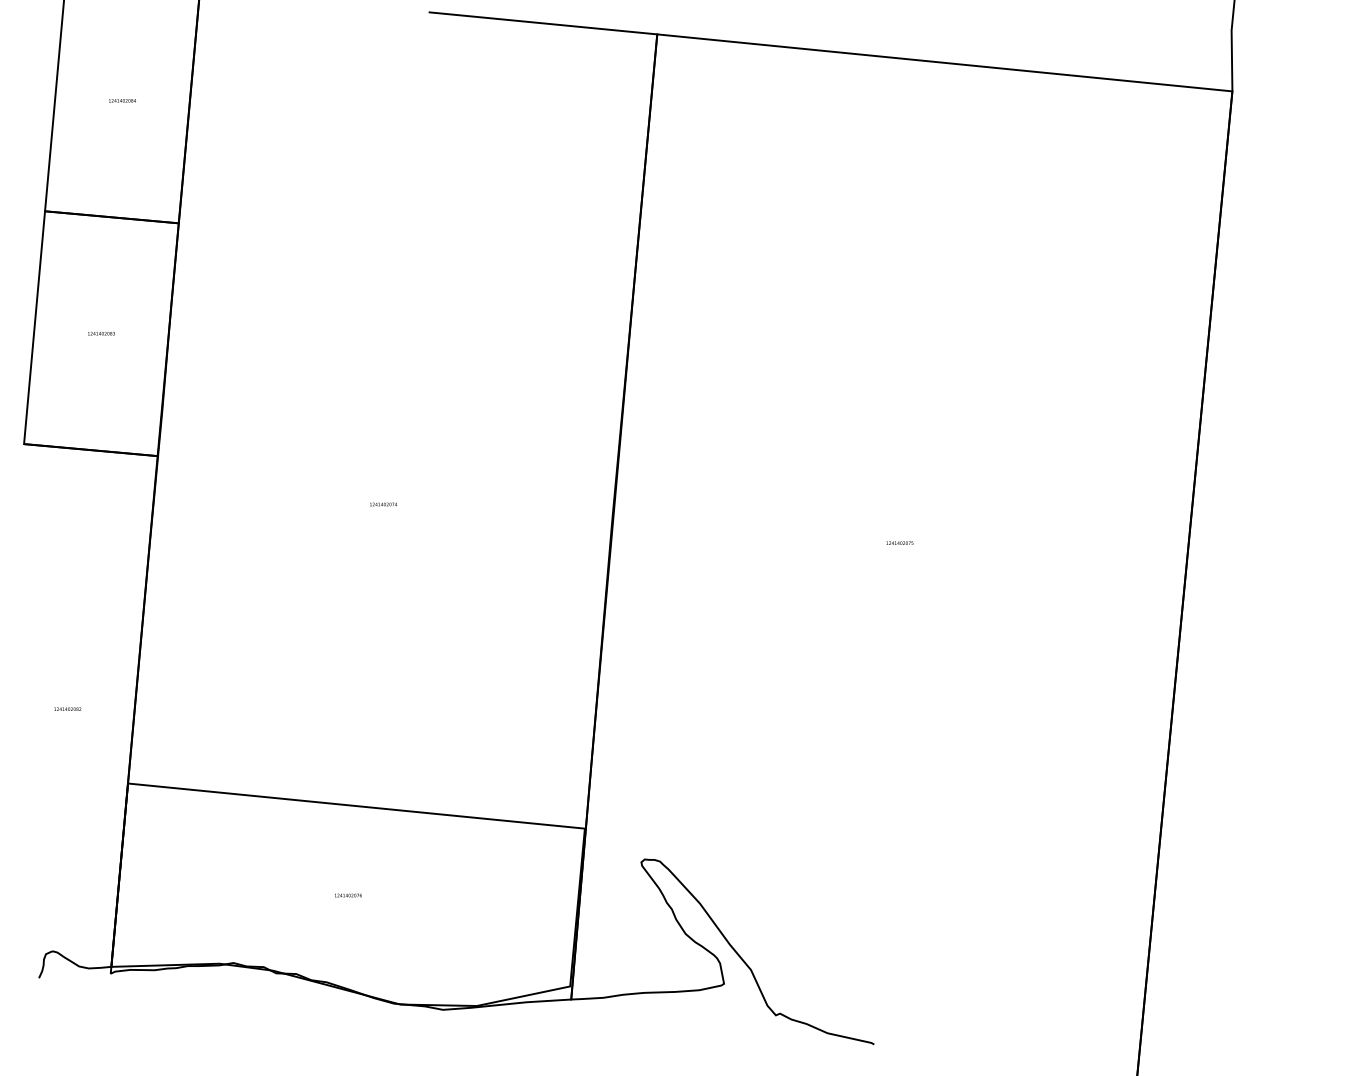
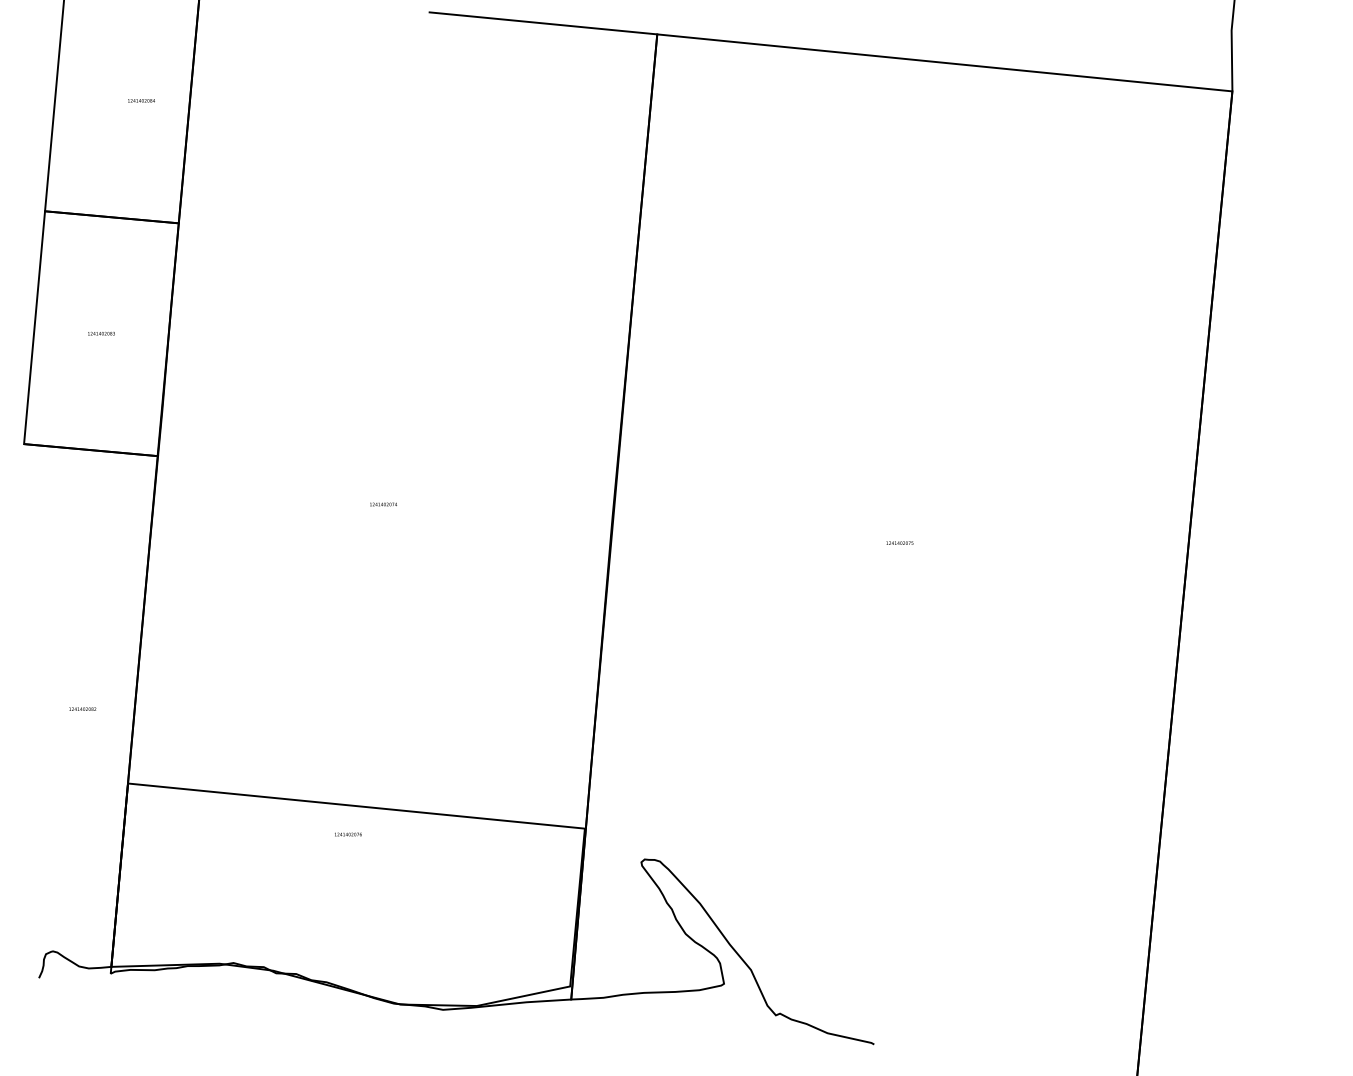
text at (122, 100) position: (122, 100) -> (141, 100)
text at (67, 708) position: (67, 708) -> (82, 708)
text at (348, 895) position: (348, 895) -> (348, 834)
